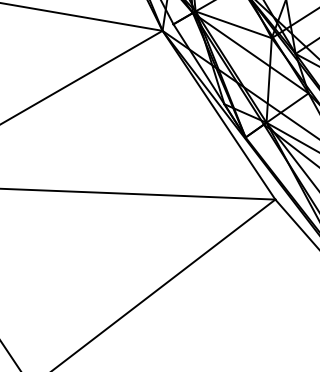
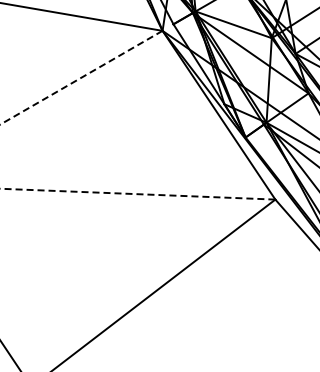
line at (81, 77): solid -> dashed
line at (137, 194): solid -> dashed
